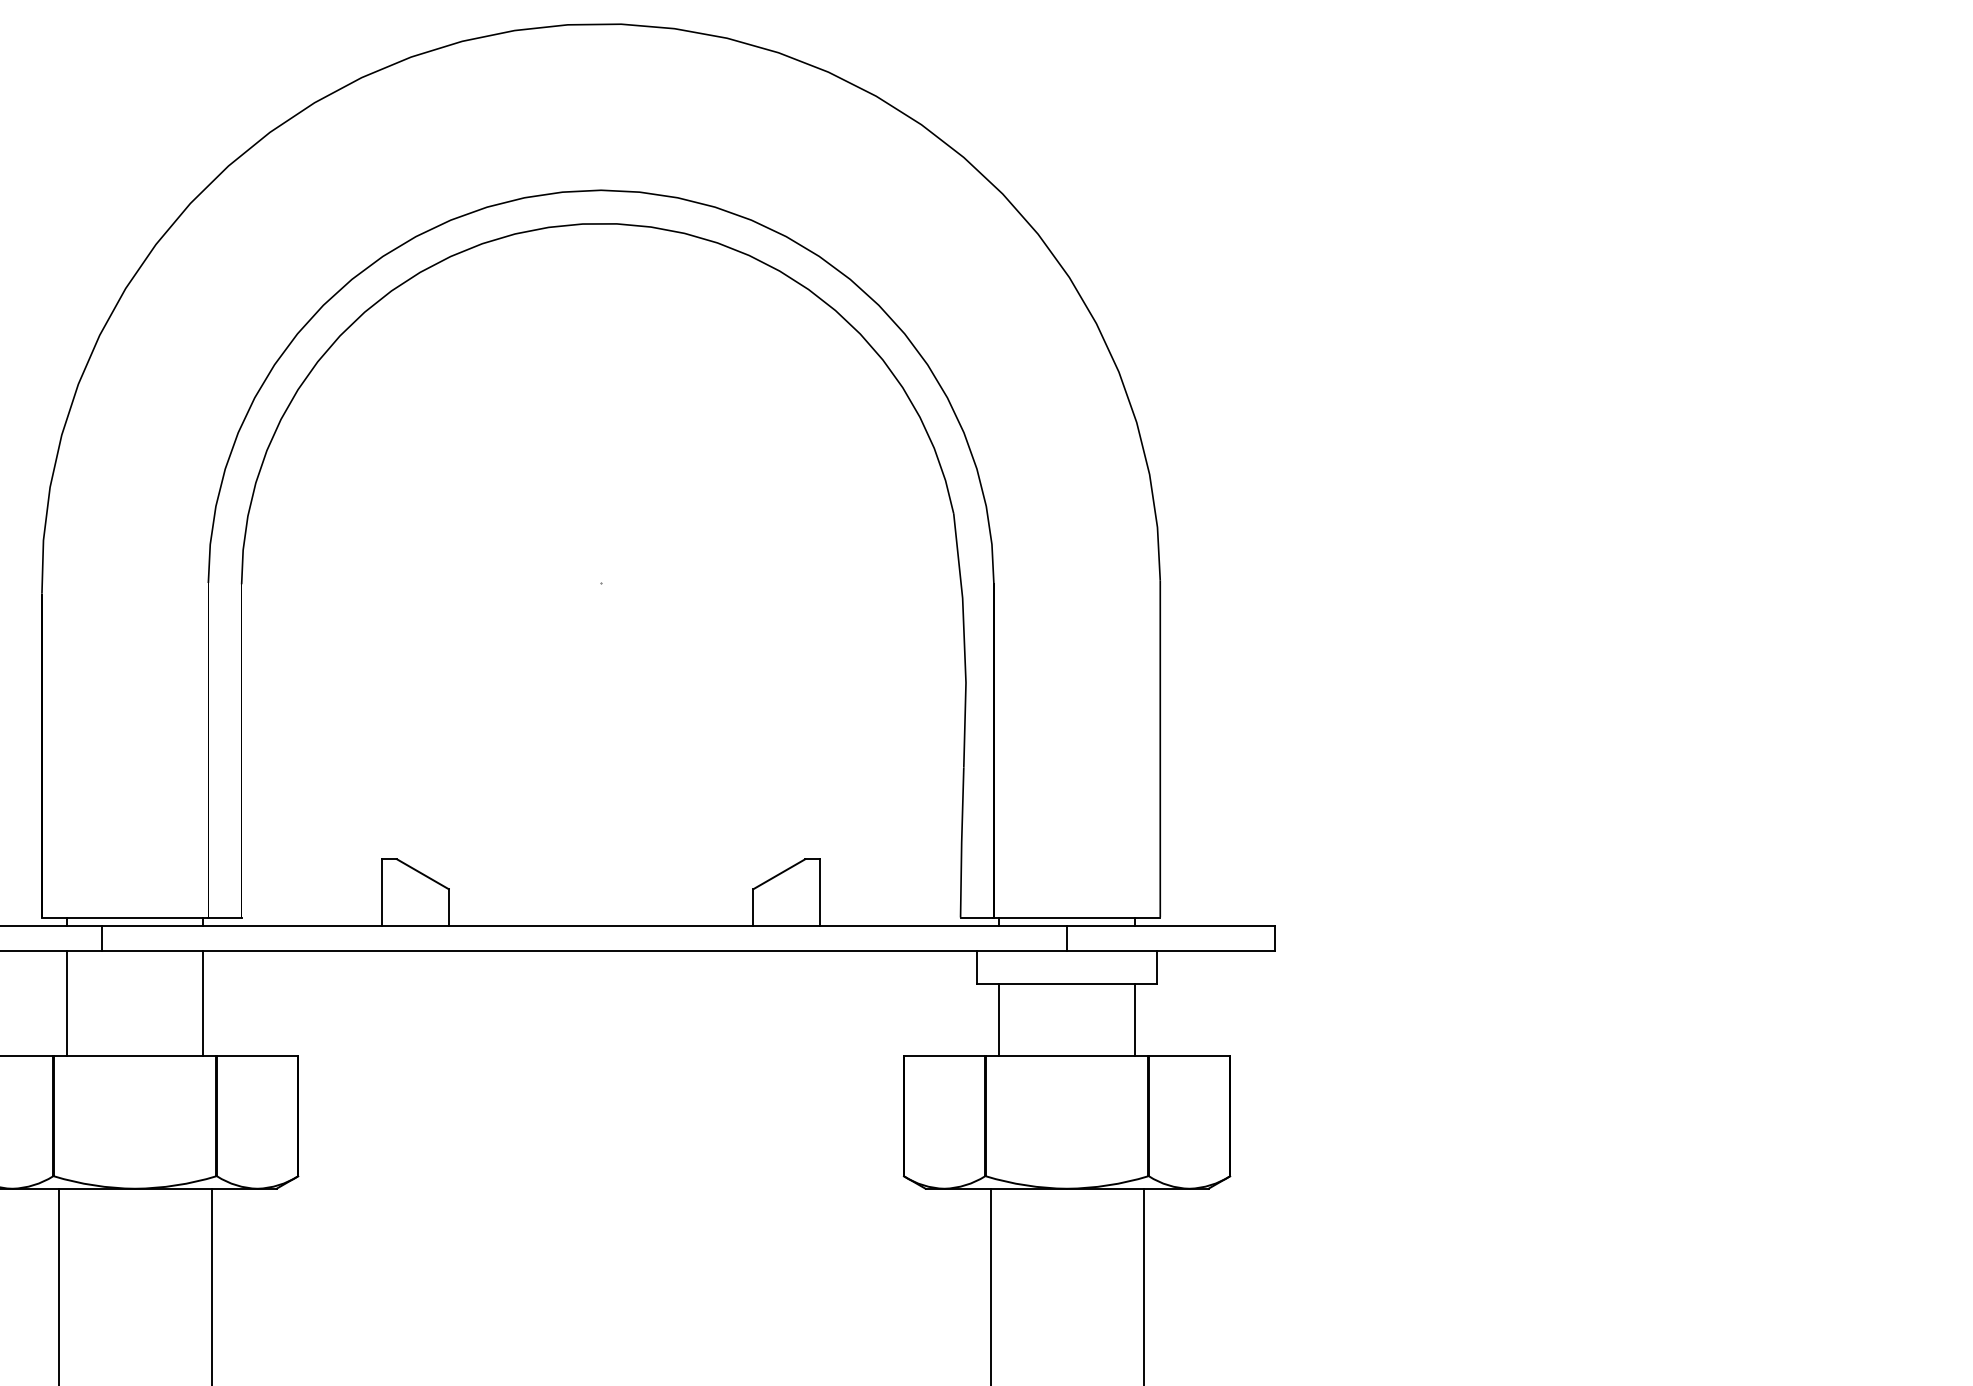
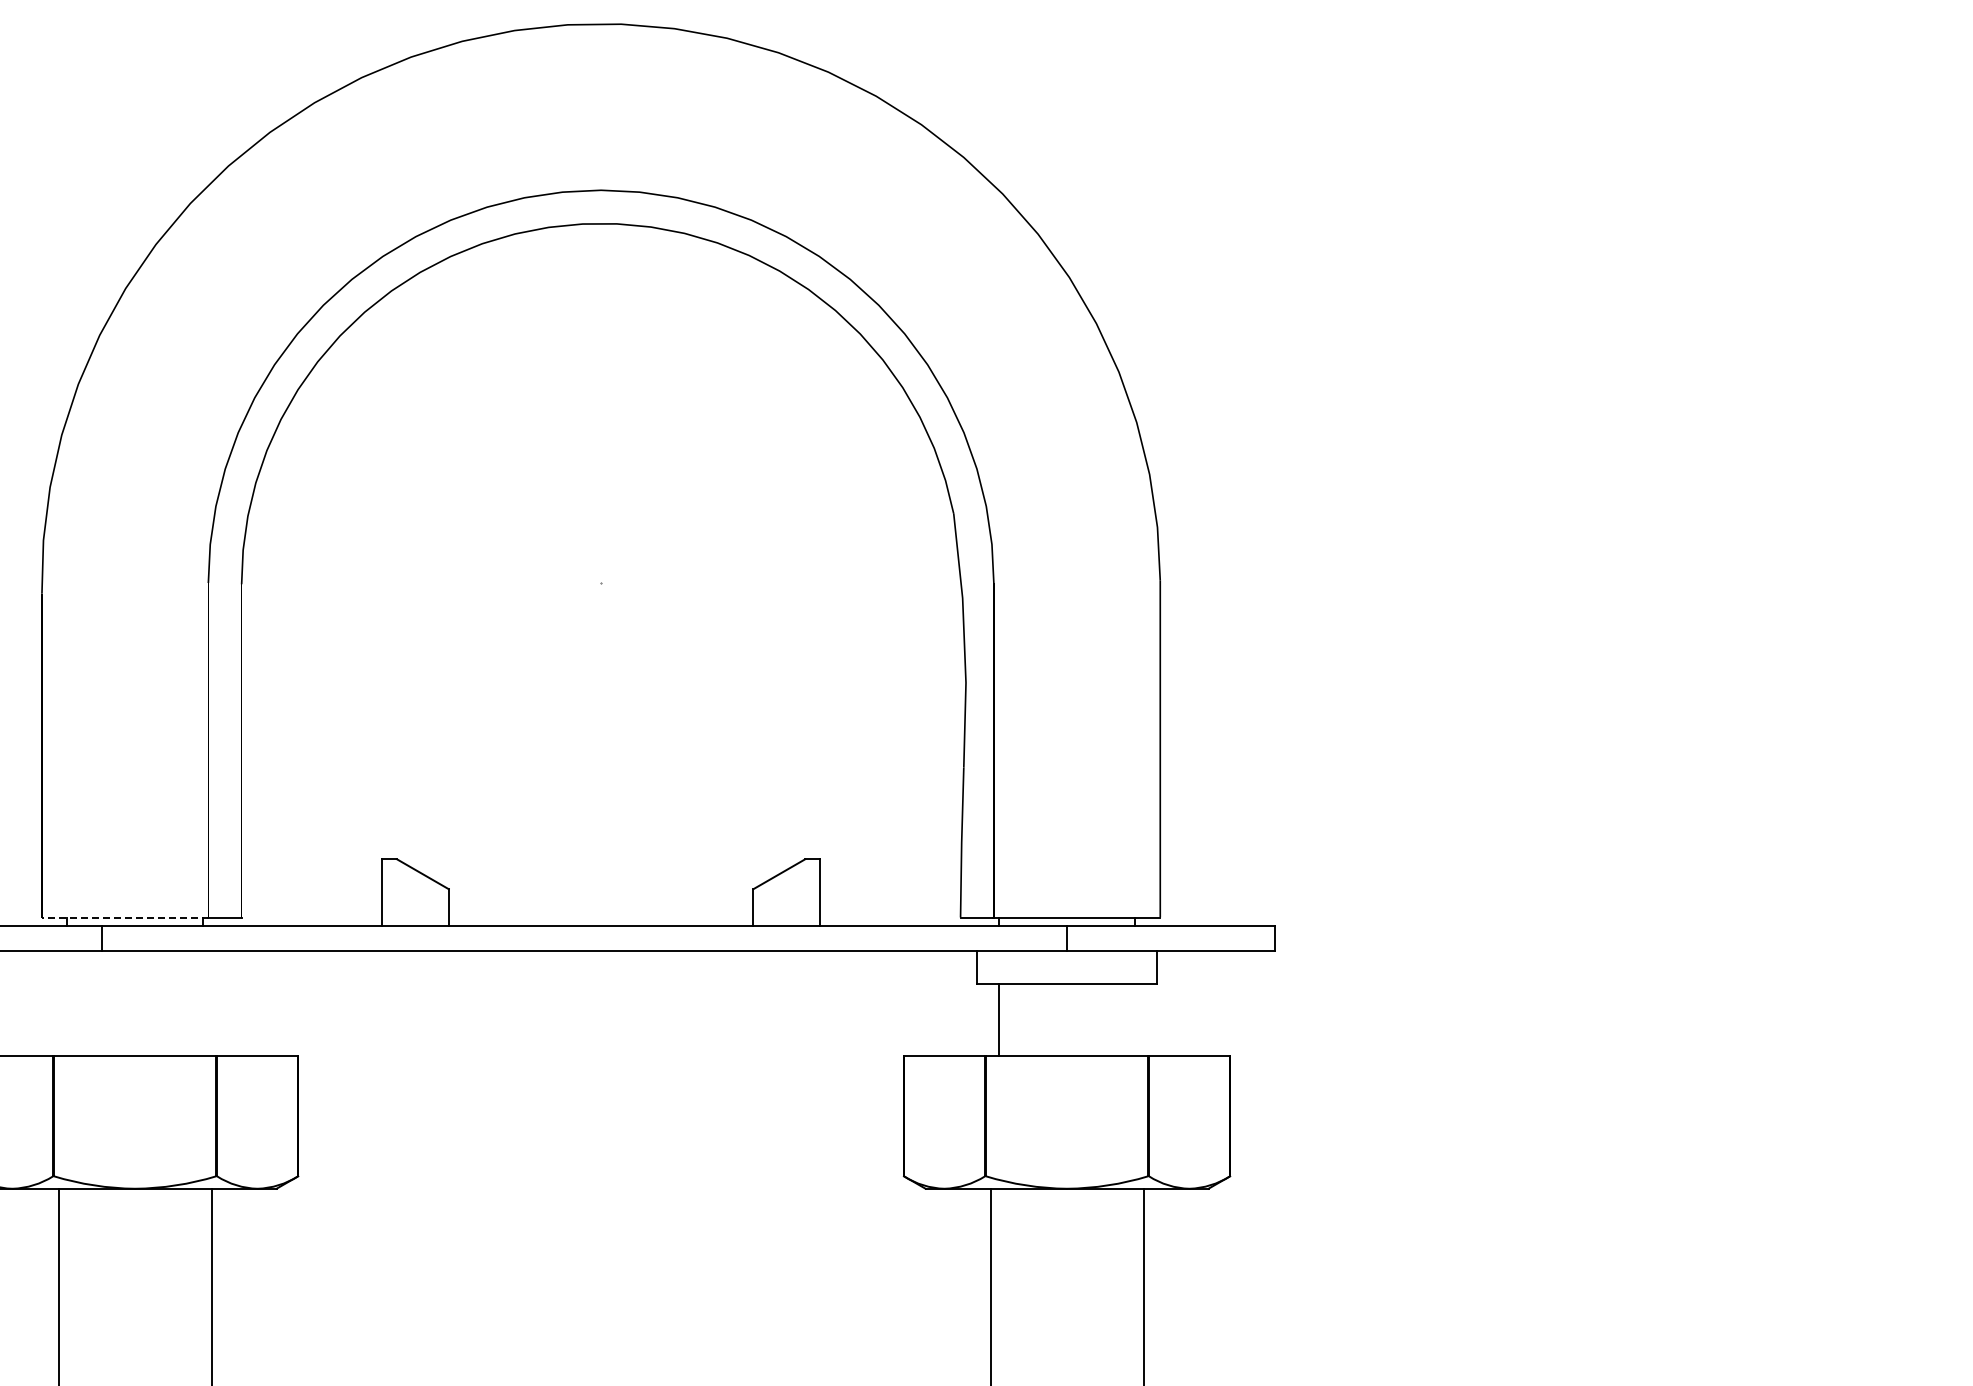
line at (124, 917): solid -> dashed
line at (66, 1002): present -> none
line at (203, 1002): present -> none
line at (1135, 1019): present -> none
